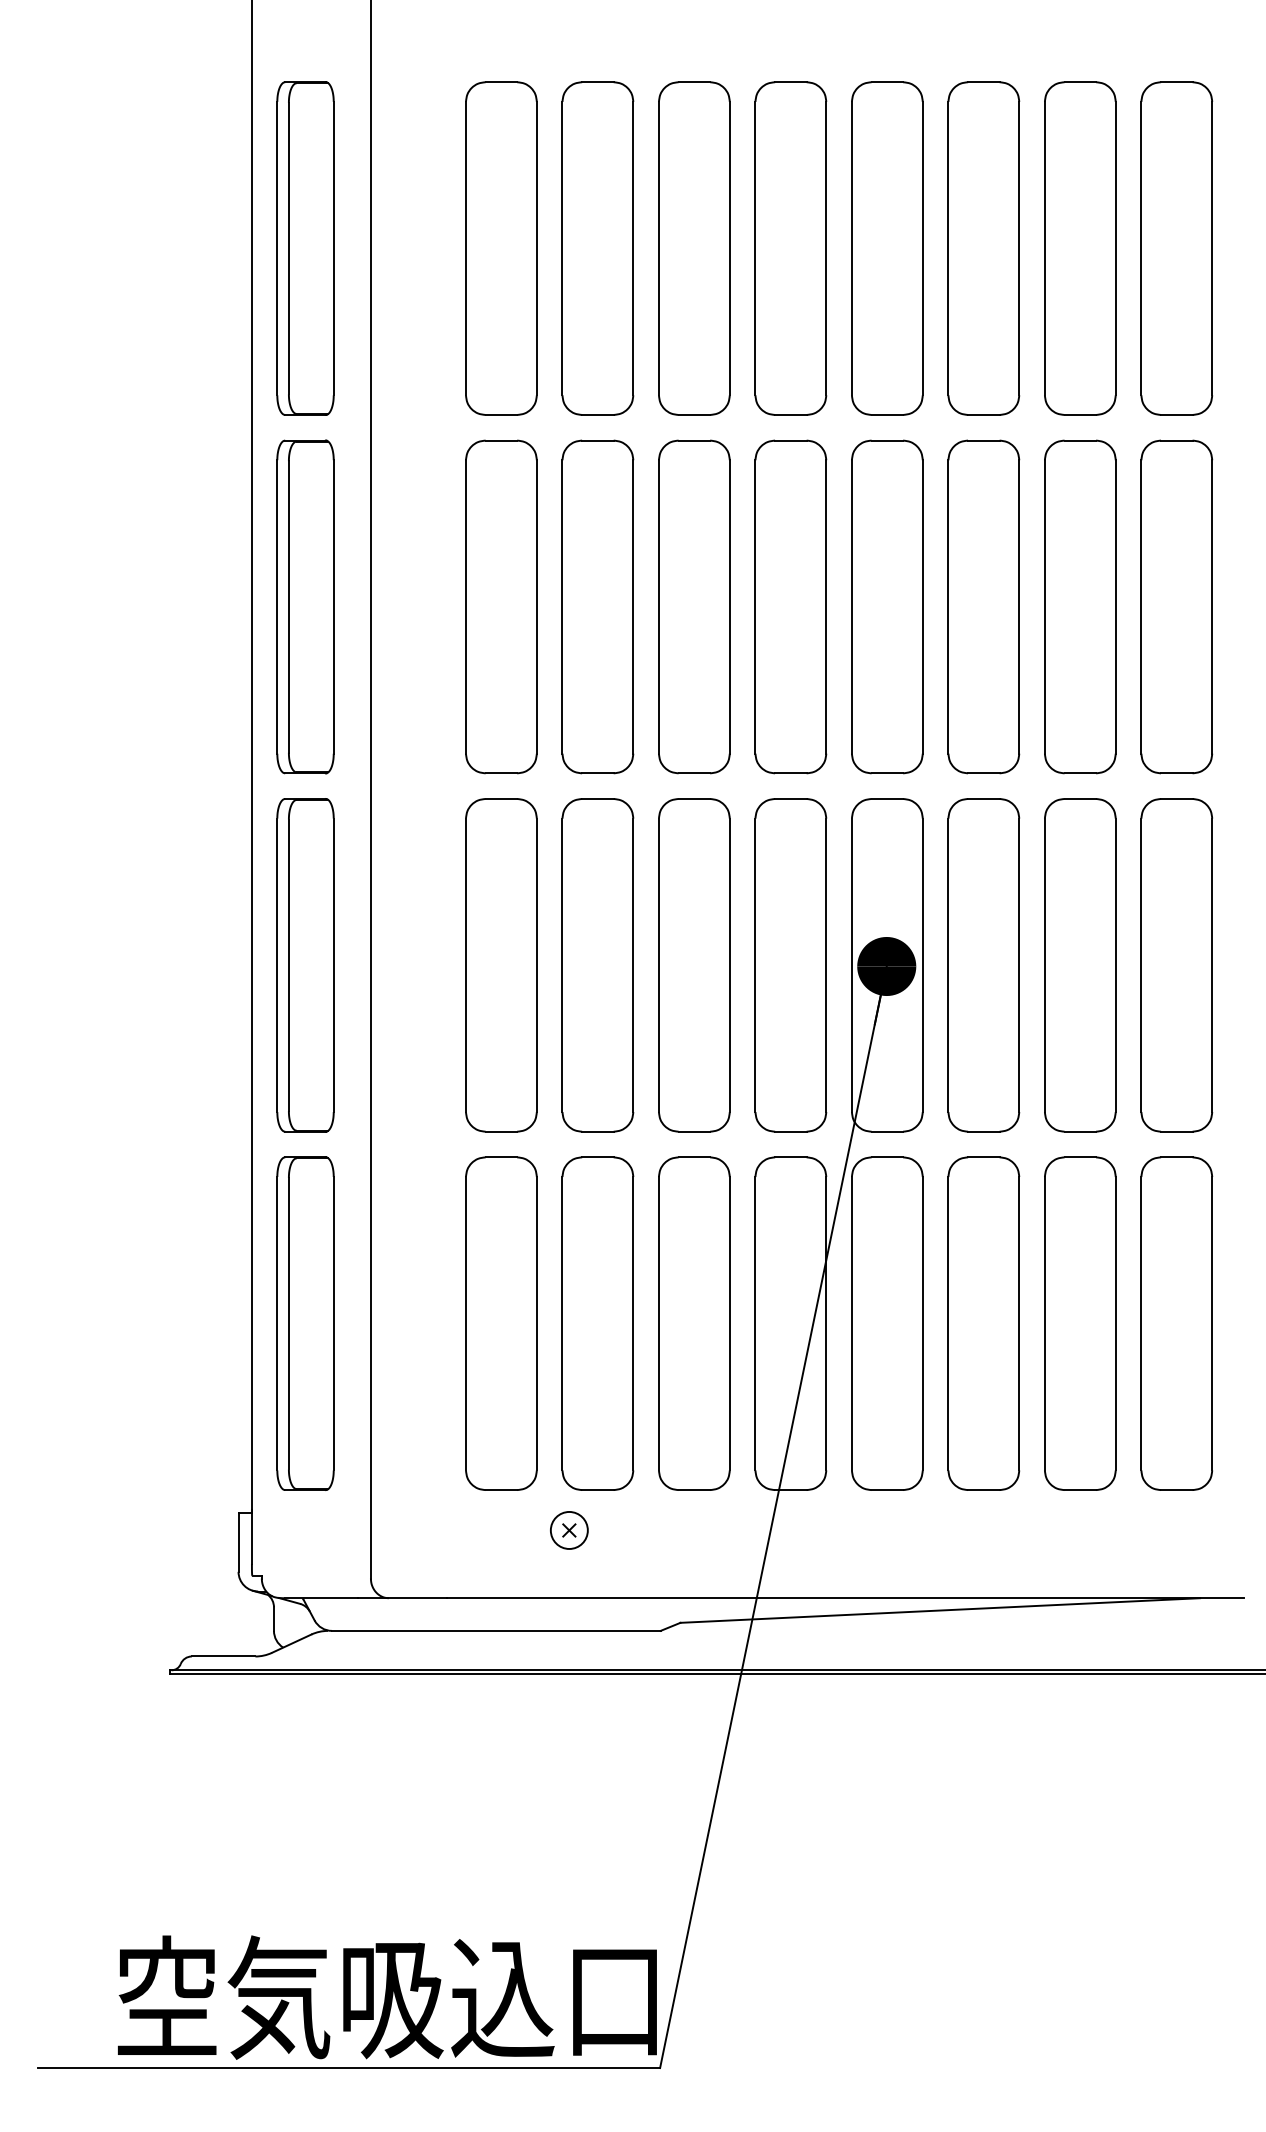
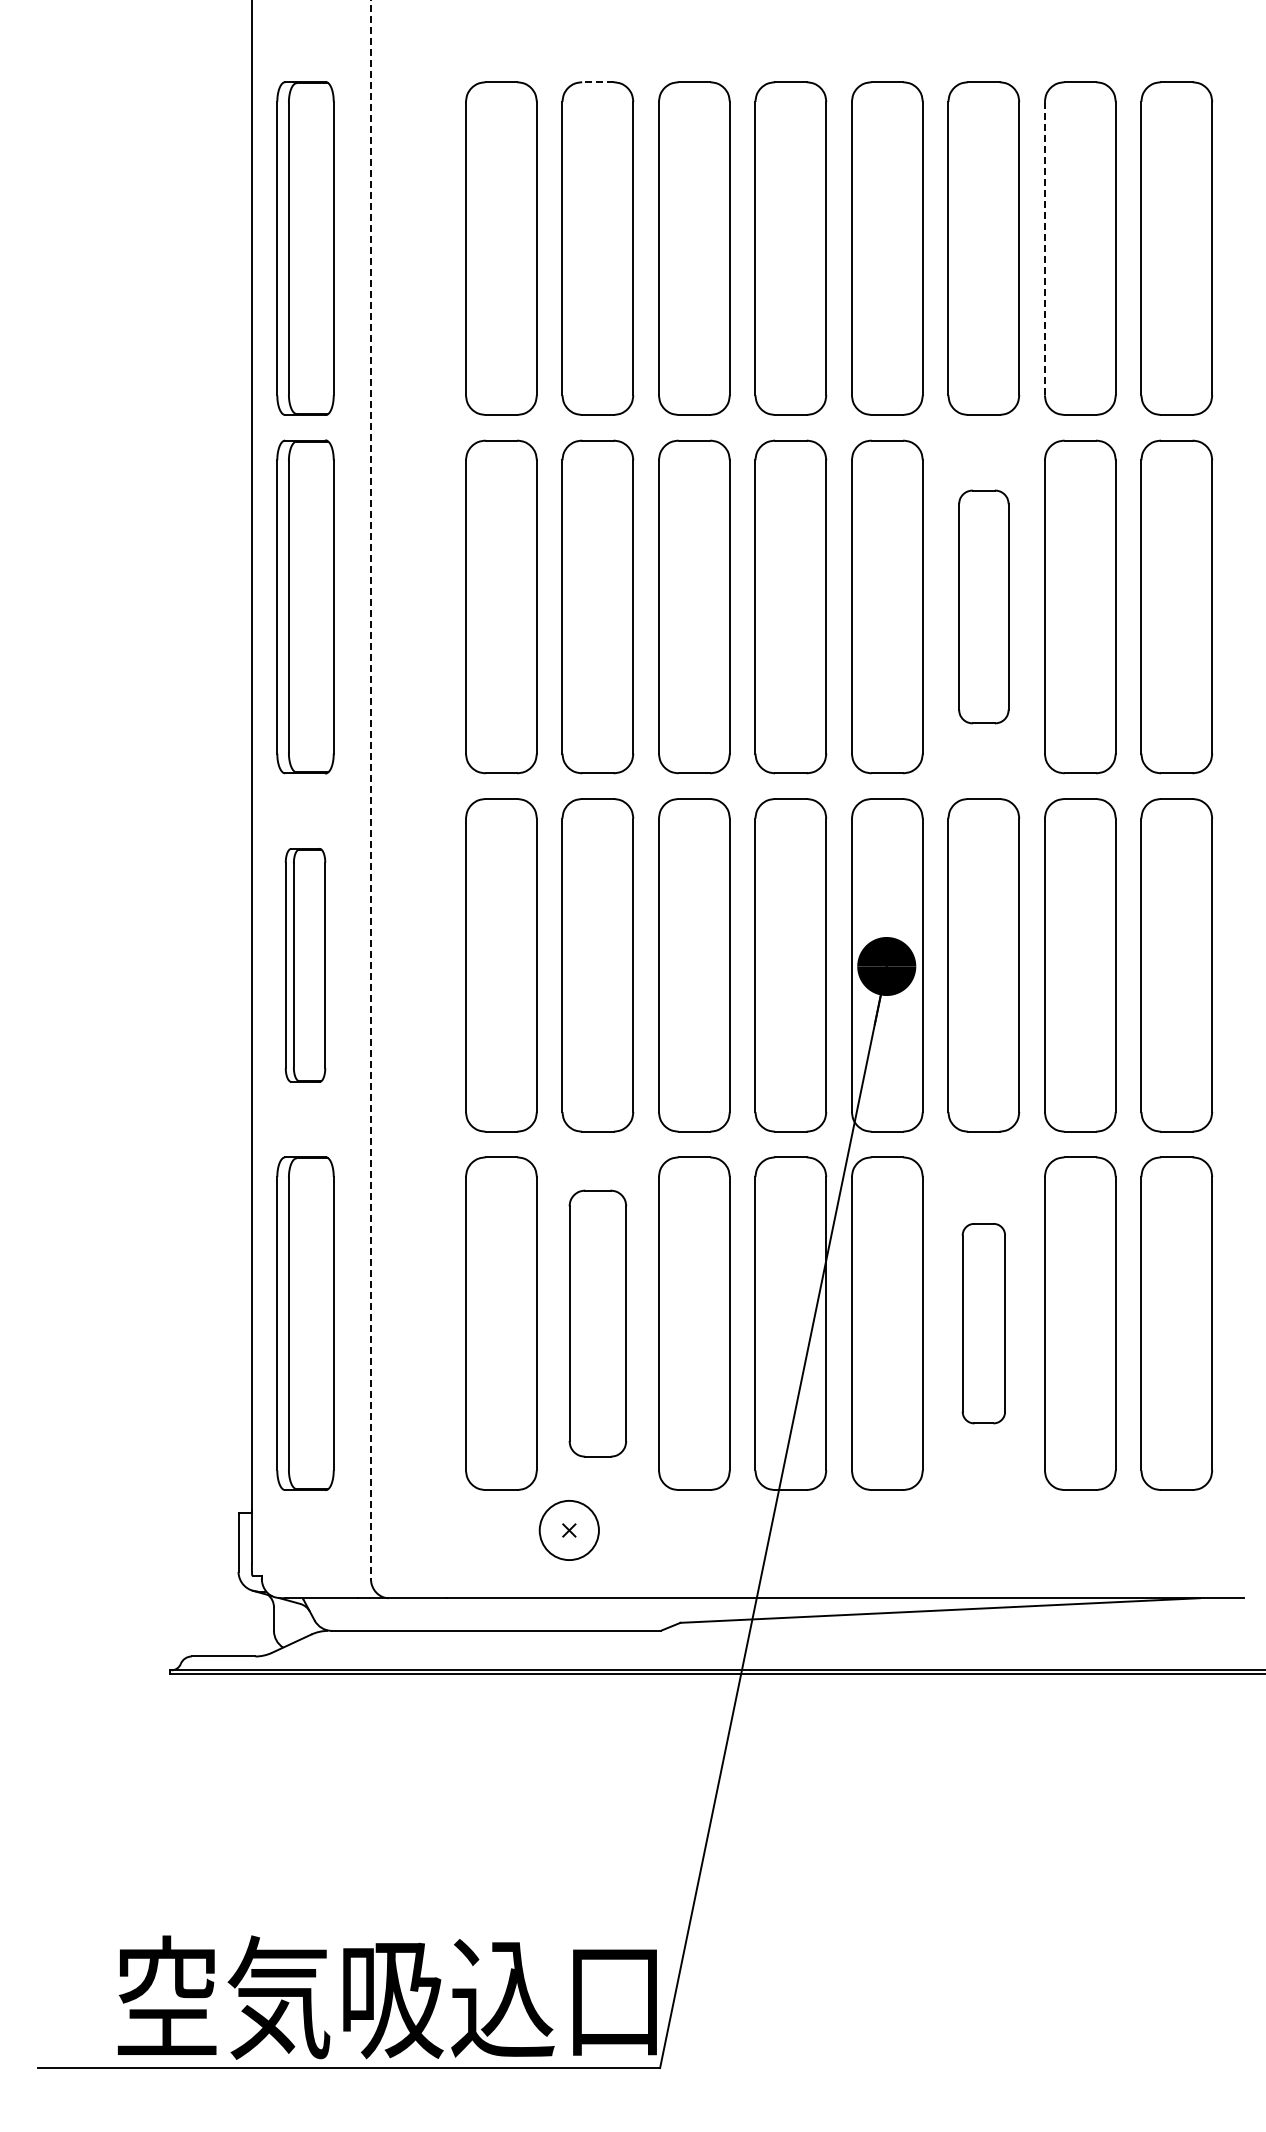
line at (597, 82): solid -> dashed
line at (1044, 248): solid -> dashed
part at (983, 606) size: 74x336 px -> 52x236 px
line at (370, 789): solid -> dashed
part at (305, 965) size: 59x335 px -> 43x235 px
part at (597, 1323) size: 74x335 px -> 60x269 px
part at (983, 1323) size: 74x335 px -> 45x202 px
circle at (568, 1529) diameter: 37 px -> 59 px
